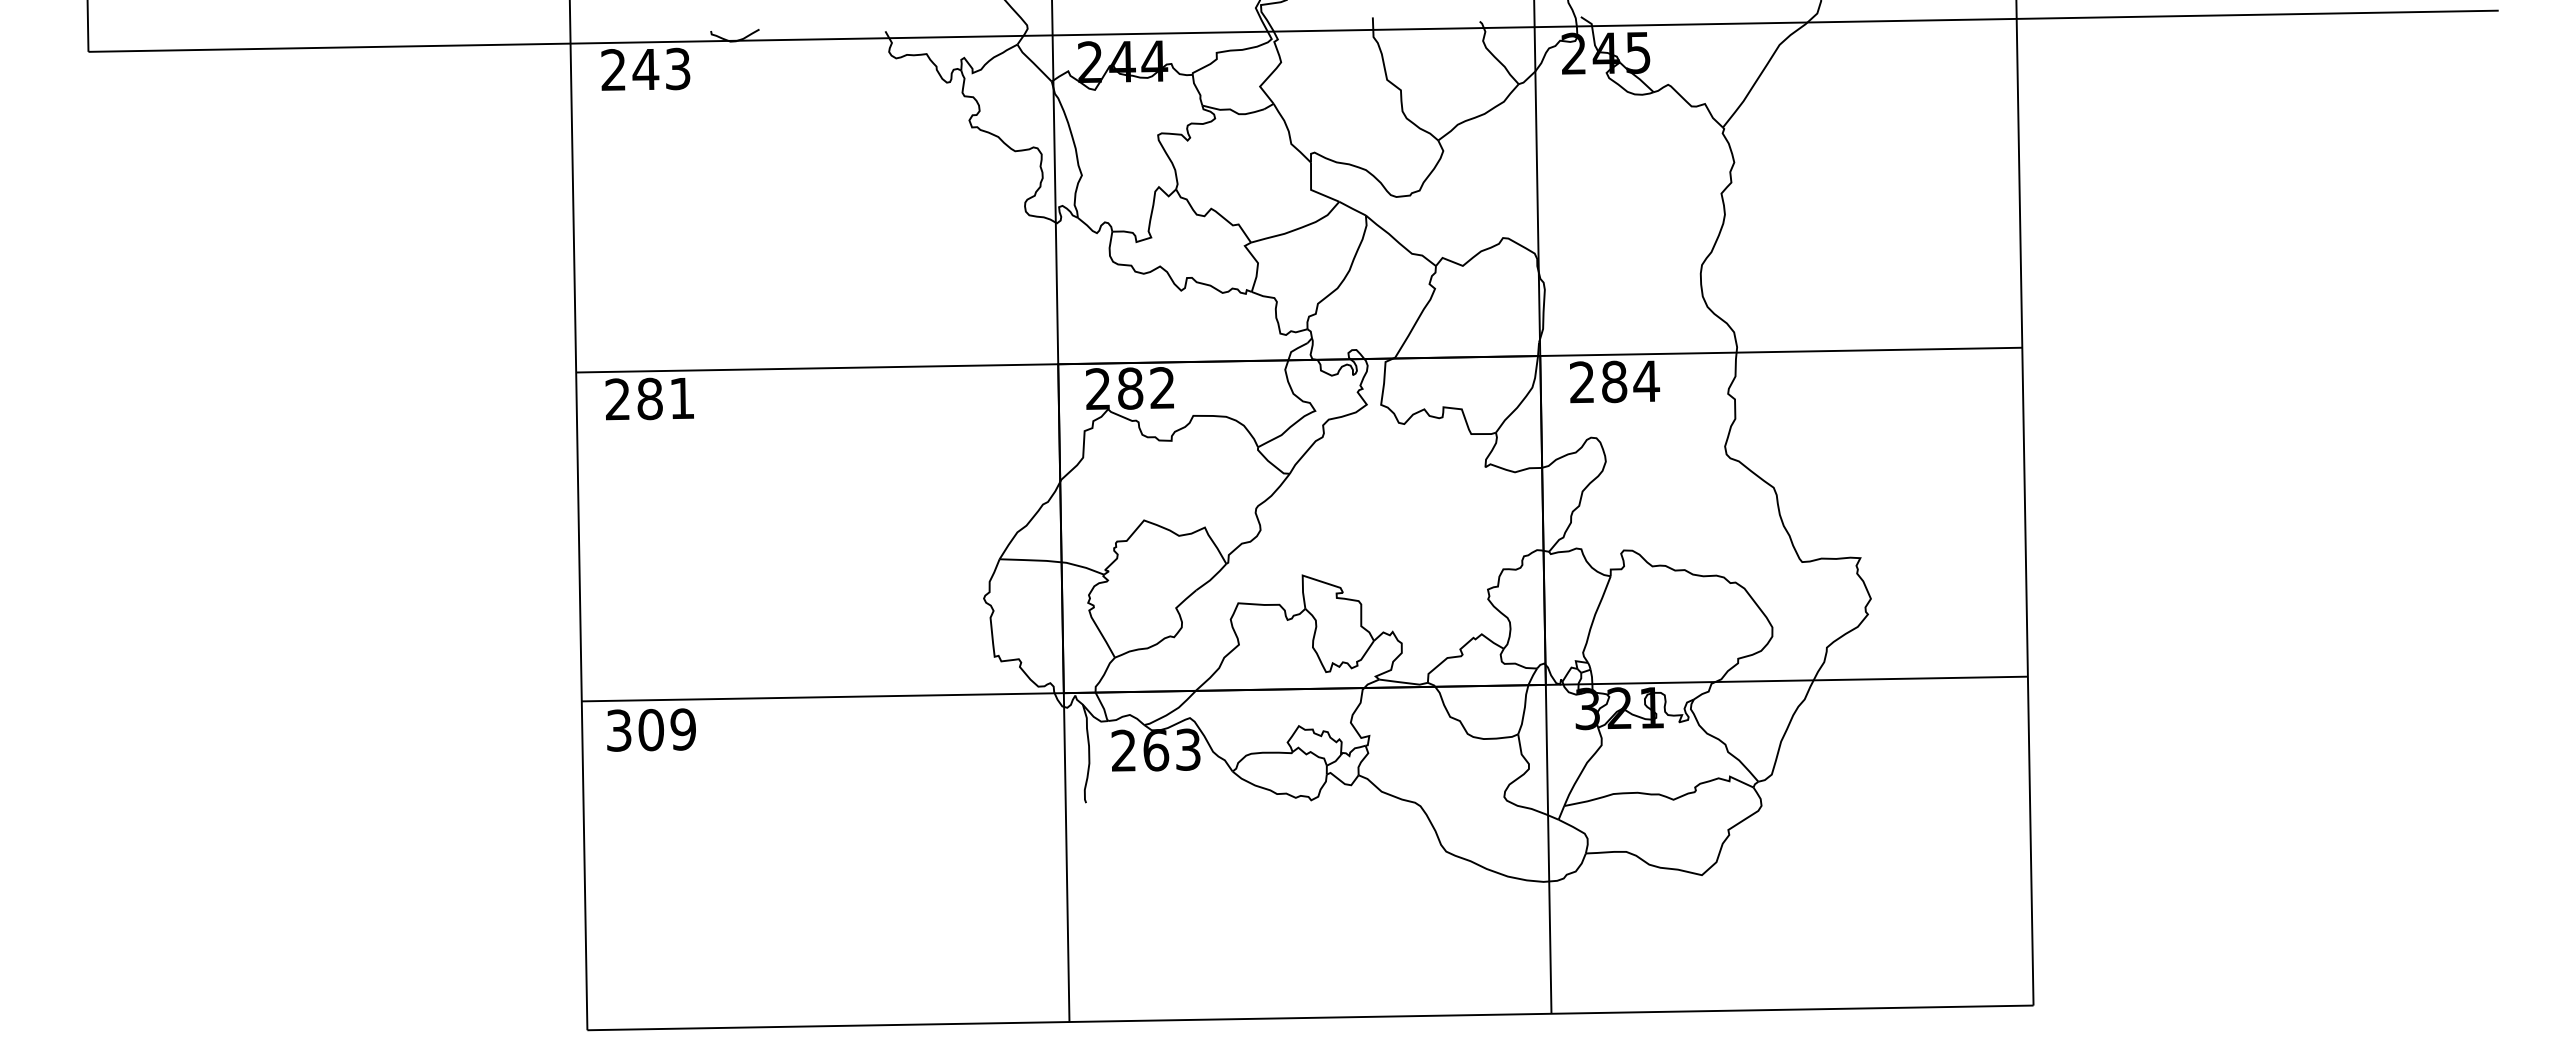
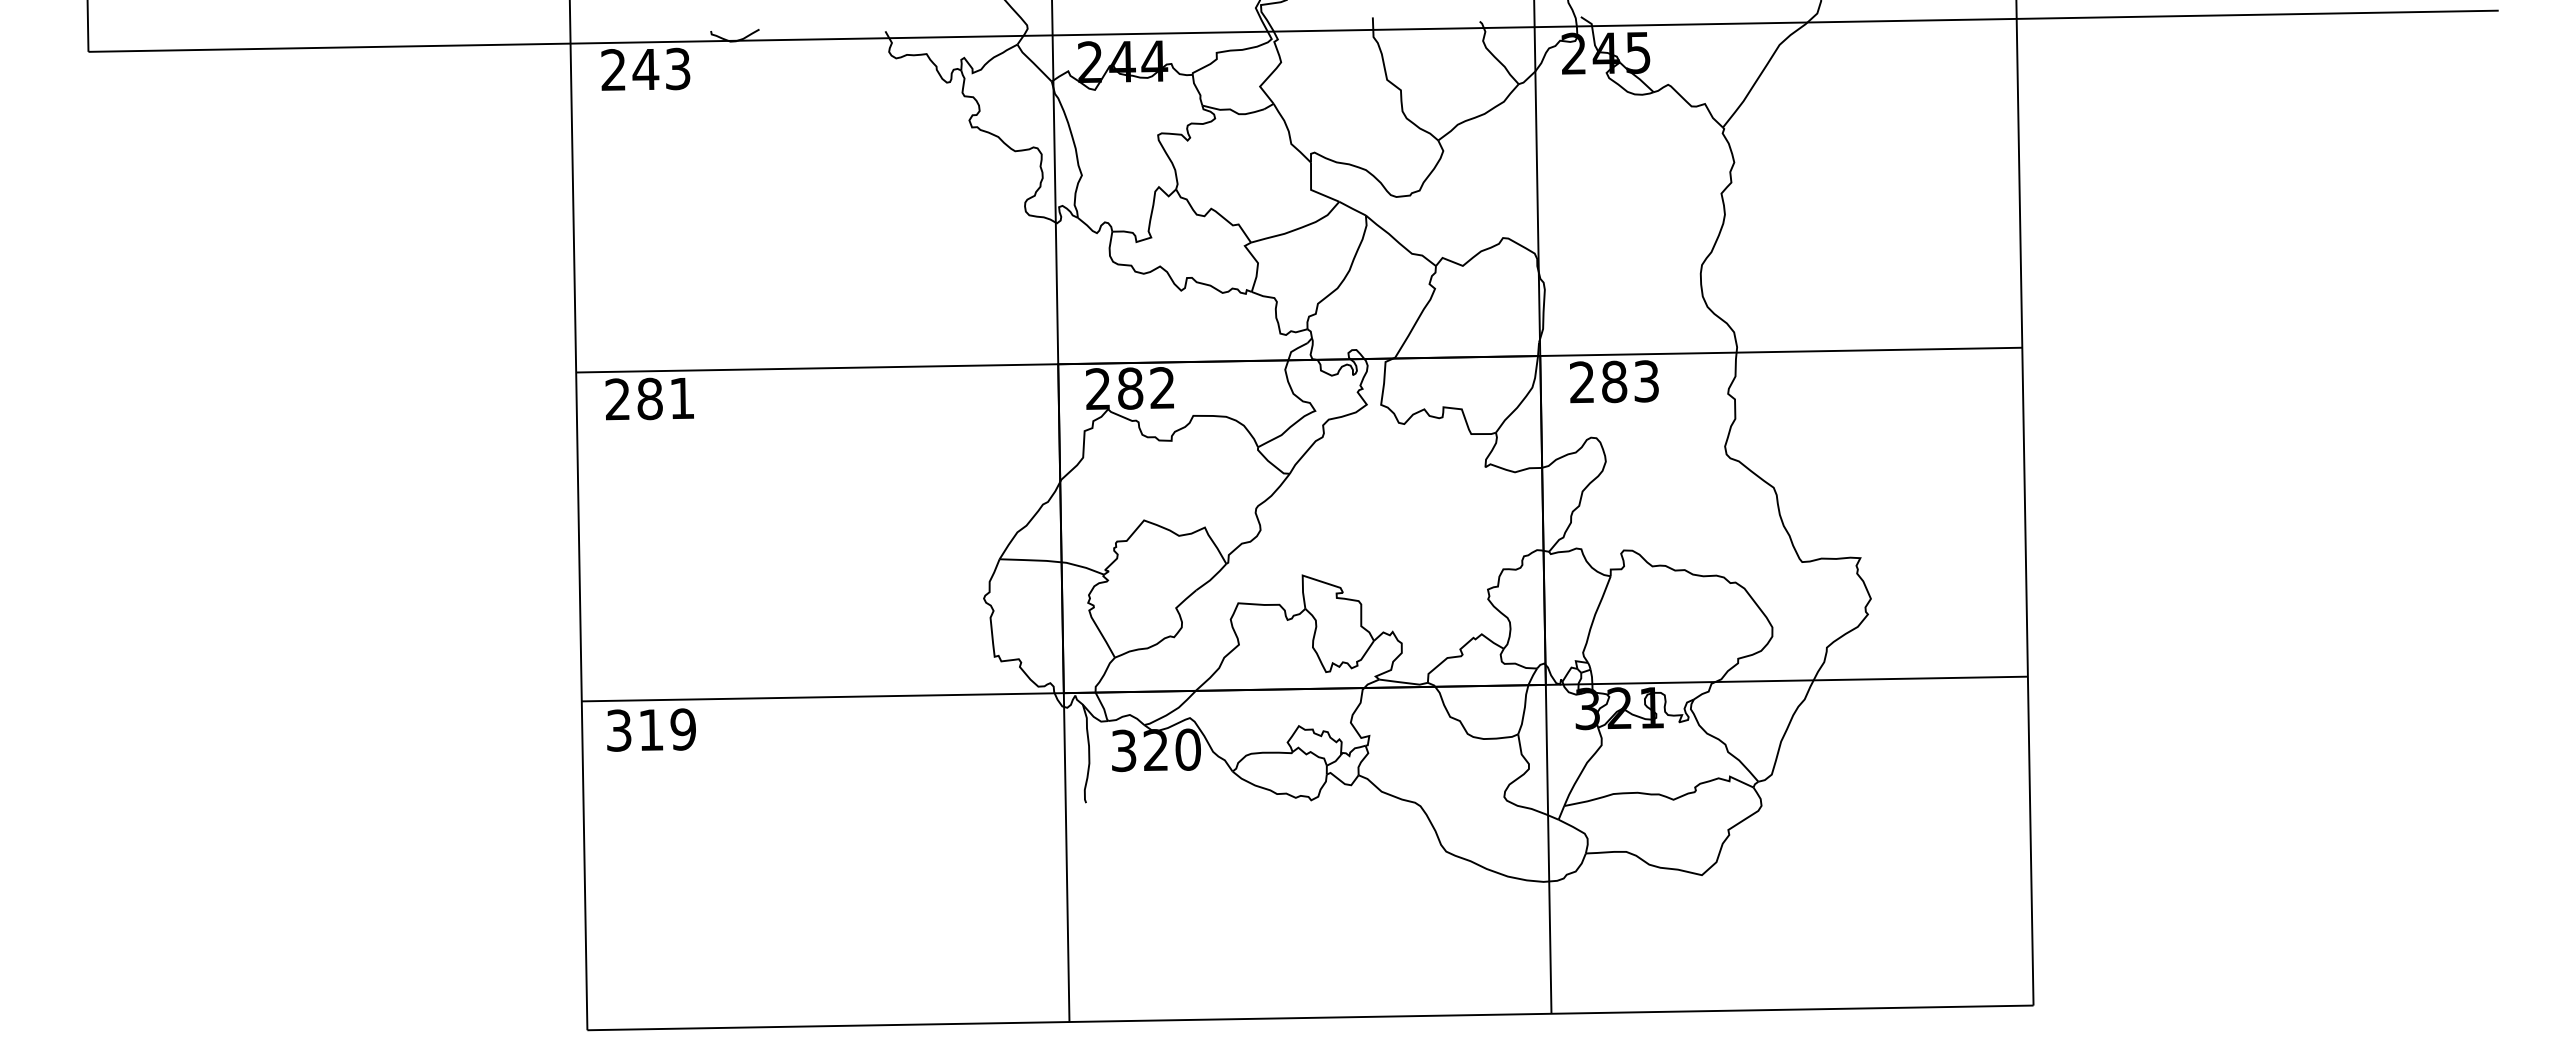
text at (1646, 381): 284 -> 283
text at (650, 729): 309 -> 319
text at (1155, 750): 263 -> 320
